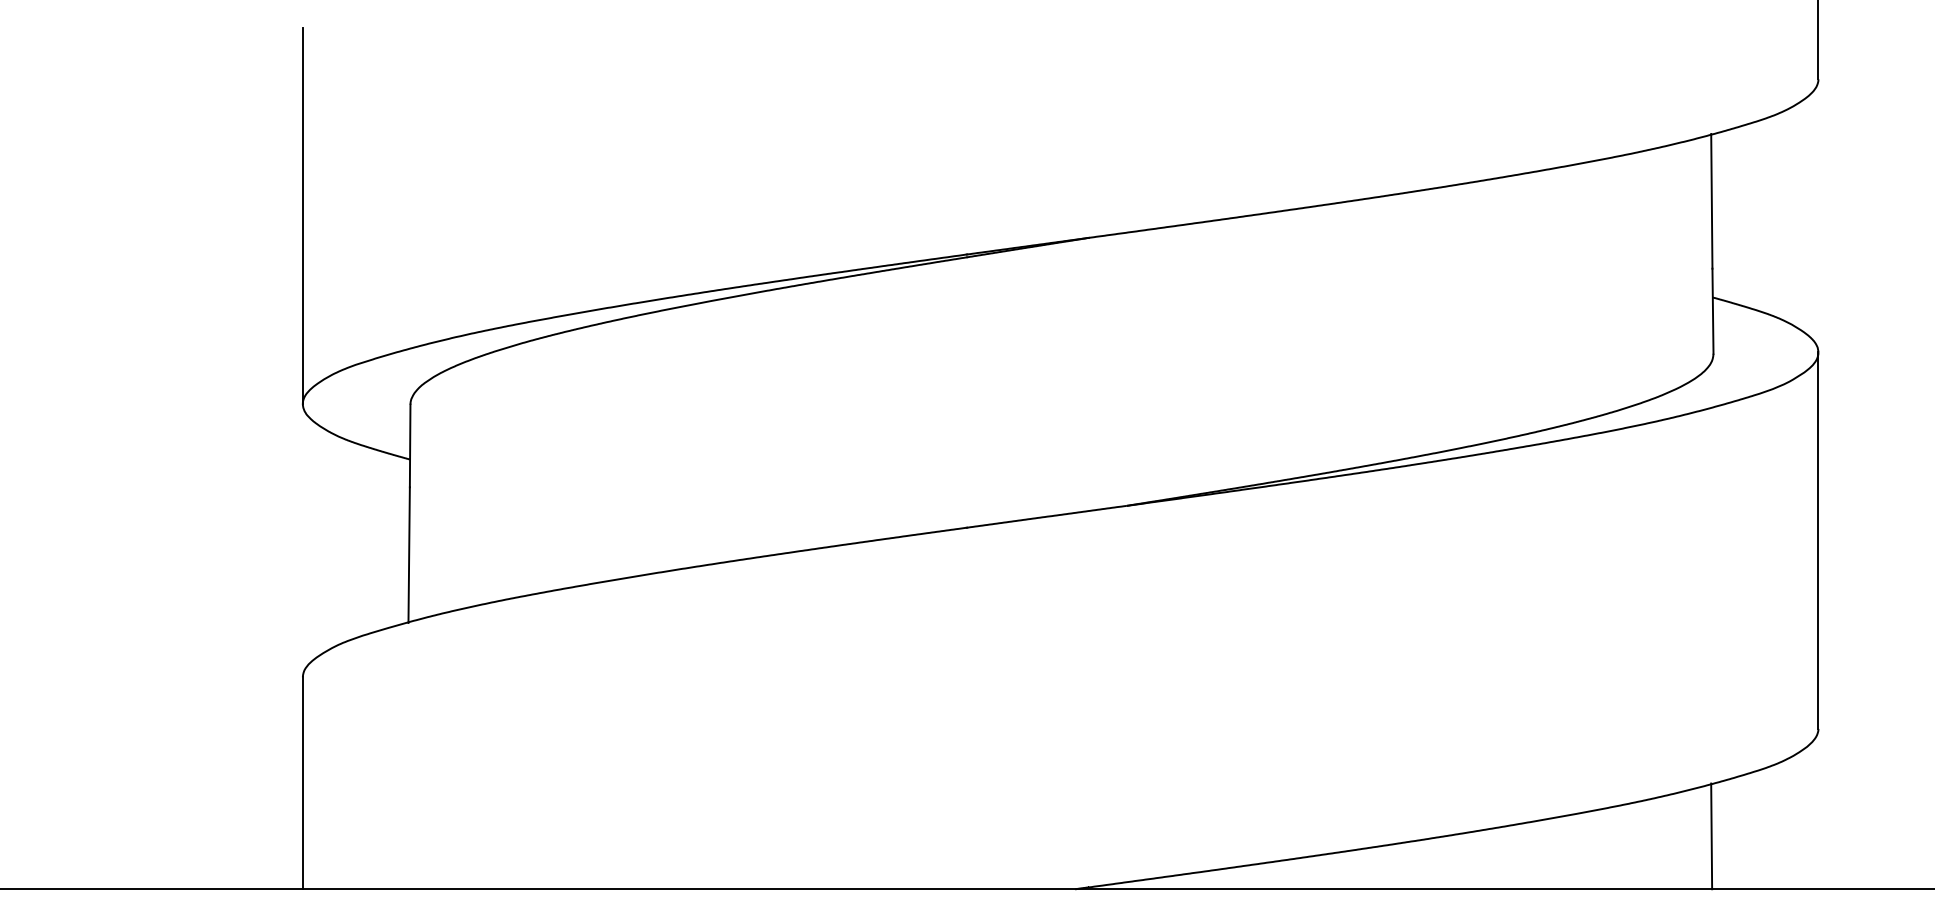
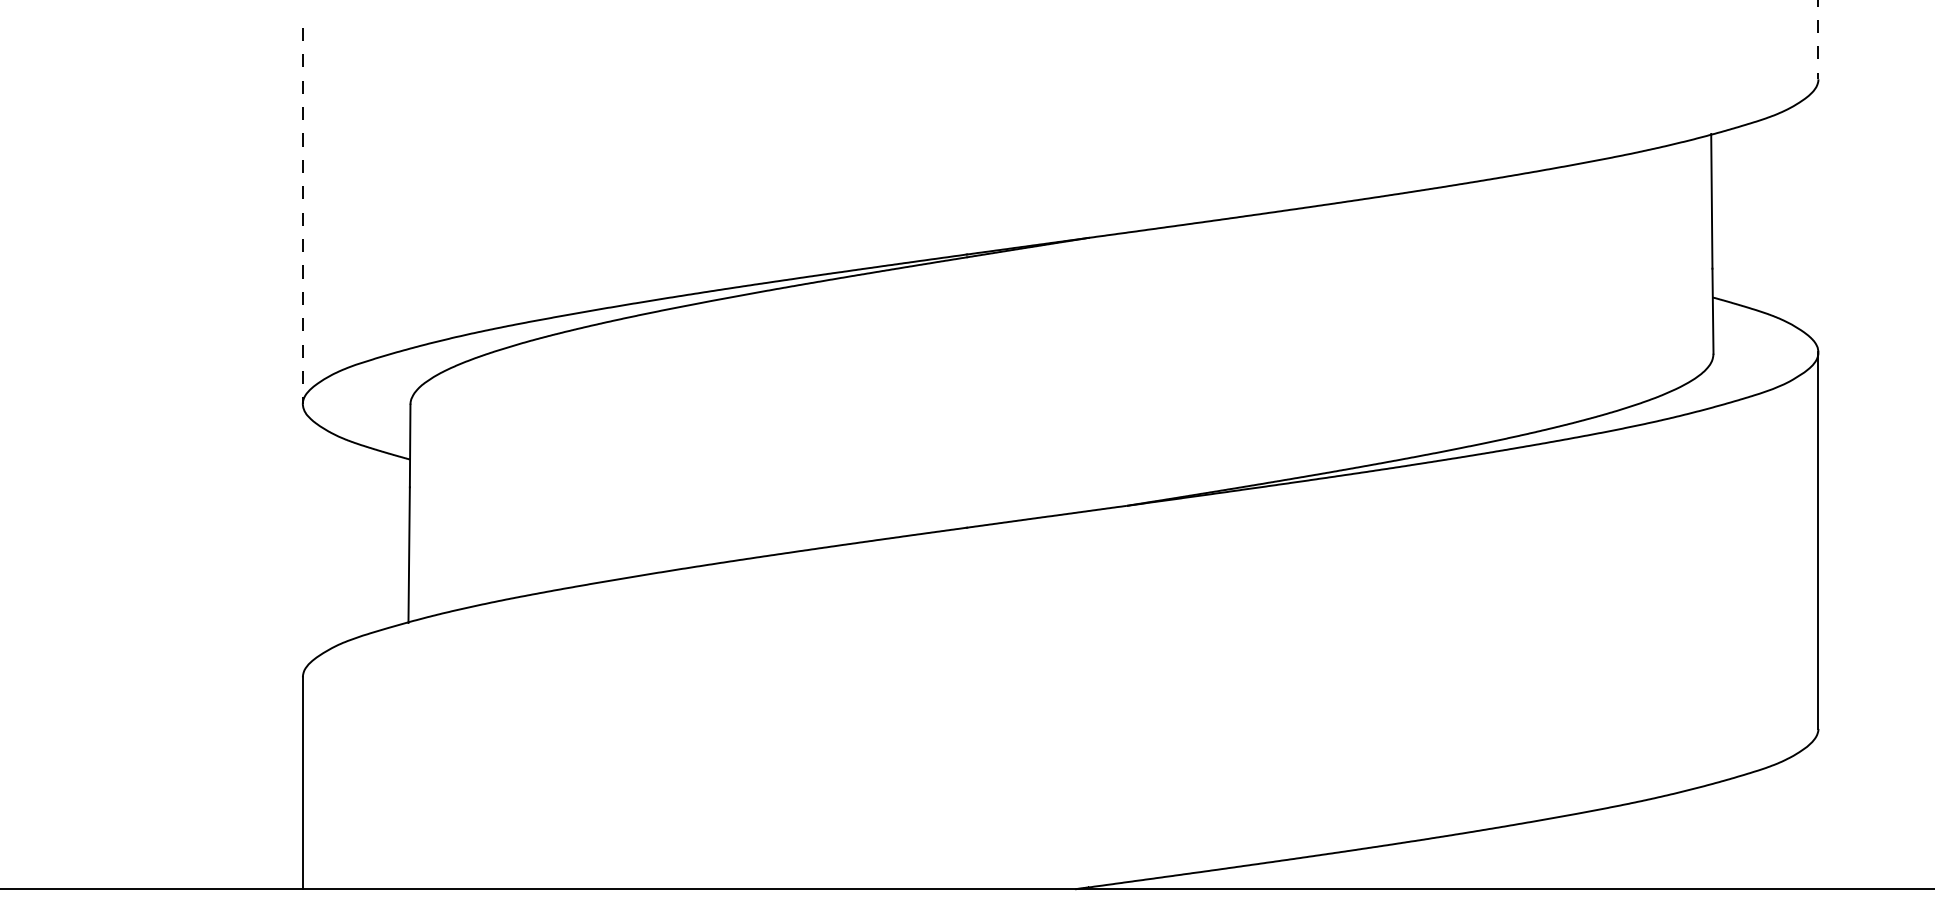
line at (1818, 40): solid -> dashed
line at (302, 216): solid -> dashed
line at (1711, 836): present -> none
